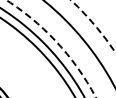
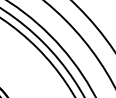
circle at (93, 26): dashed -> solid
arc at (57, 42): dashed -> solid
